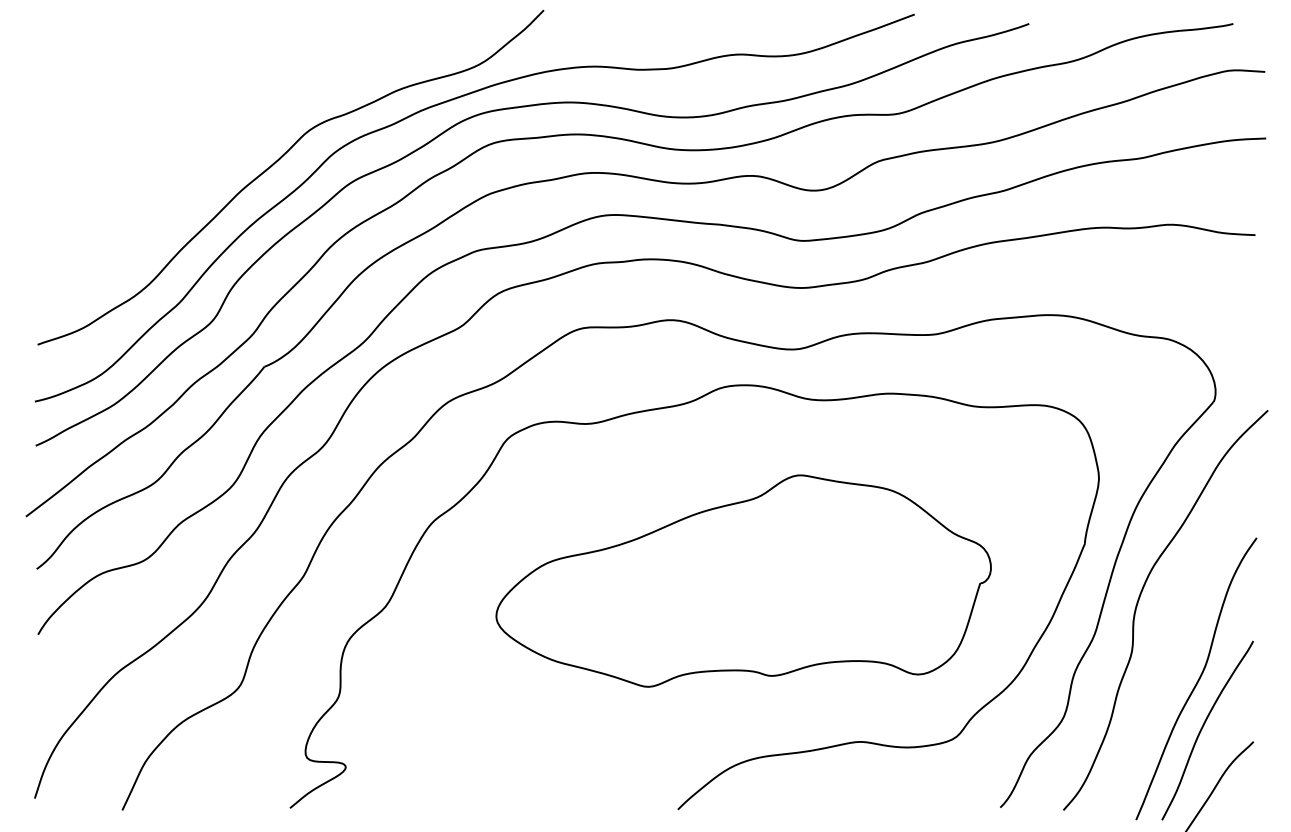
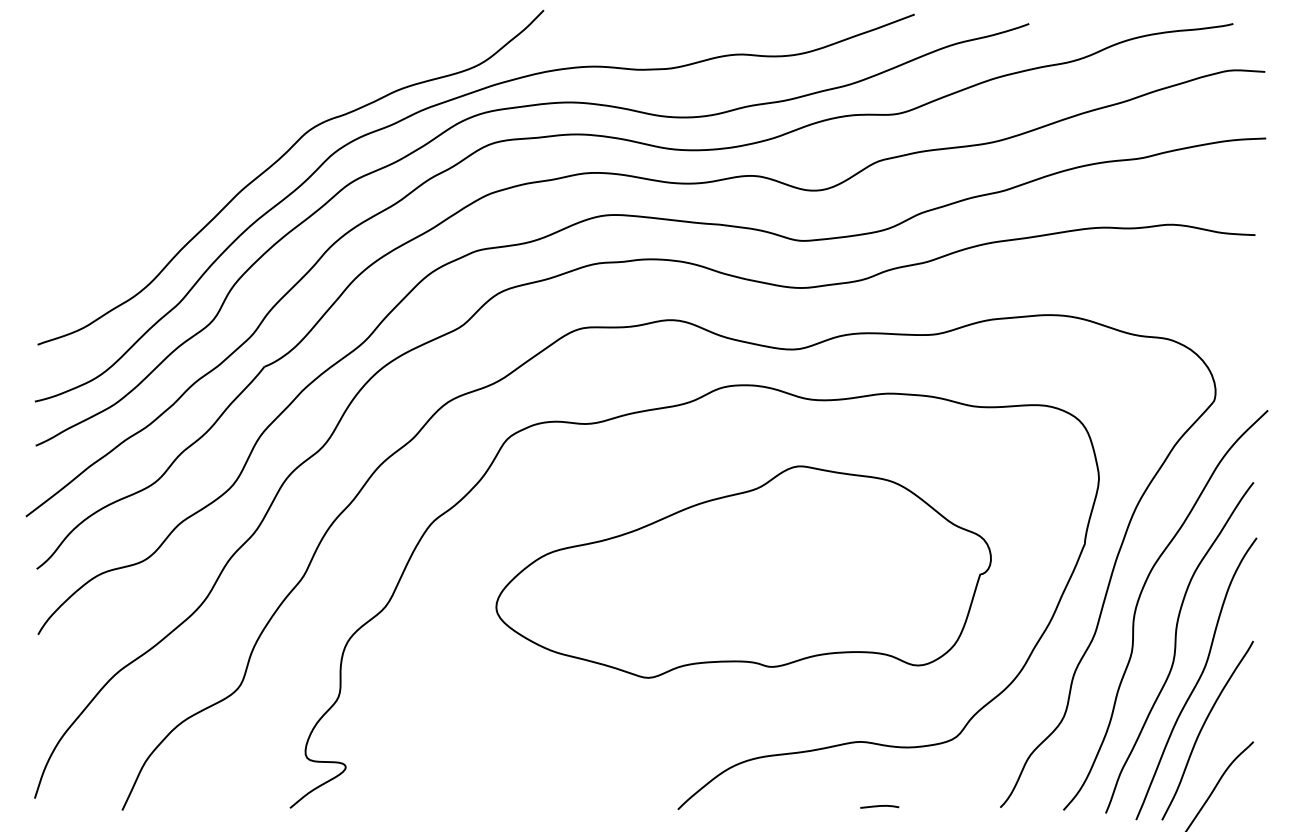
part at (743, 580) position: (743, 580) -> (743, 571)
curve at (1176, 647): none -> present
curve at (879, 806): none -> present
